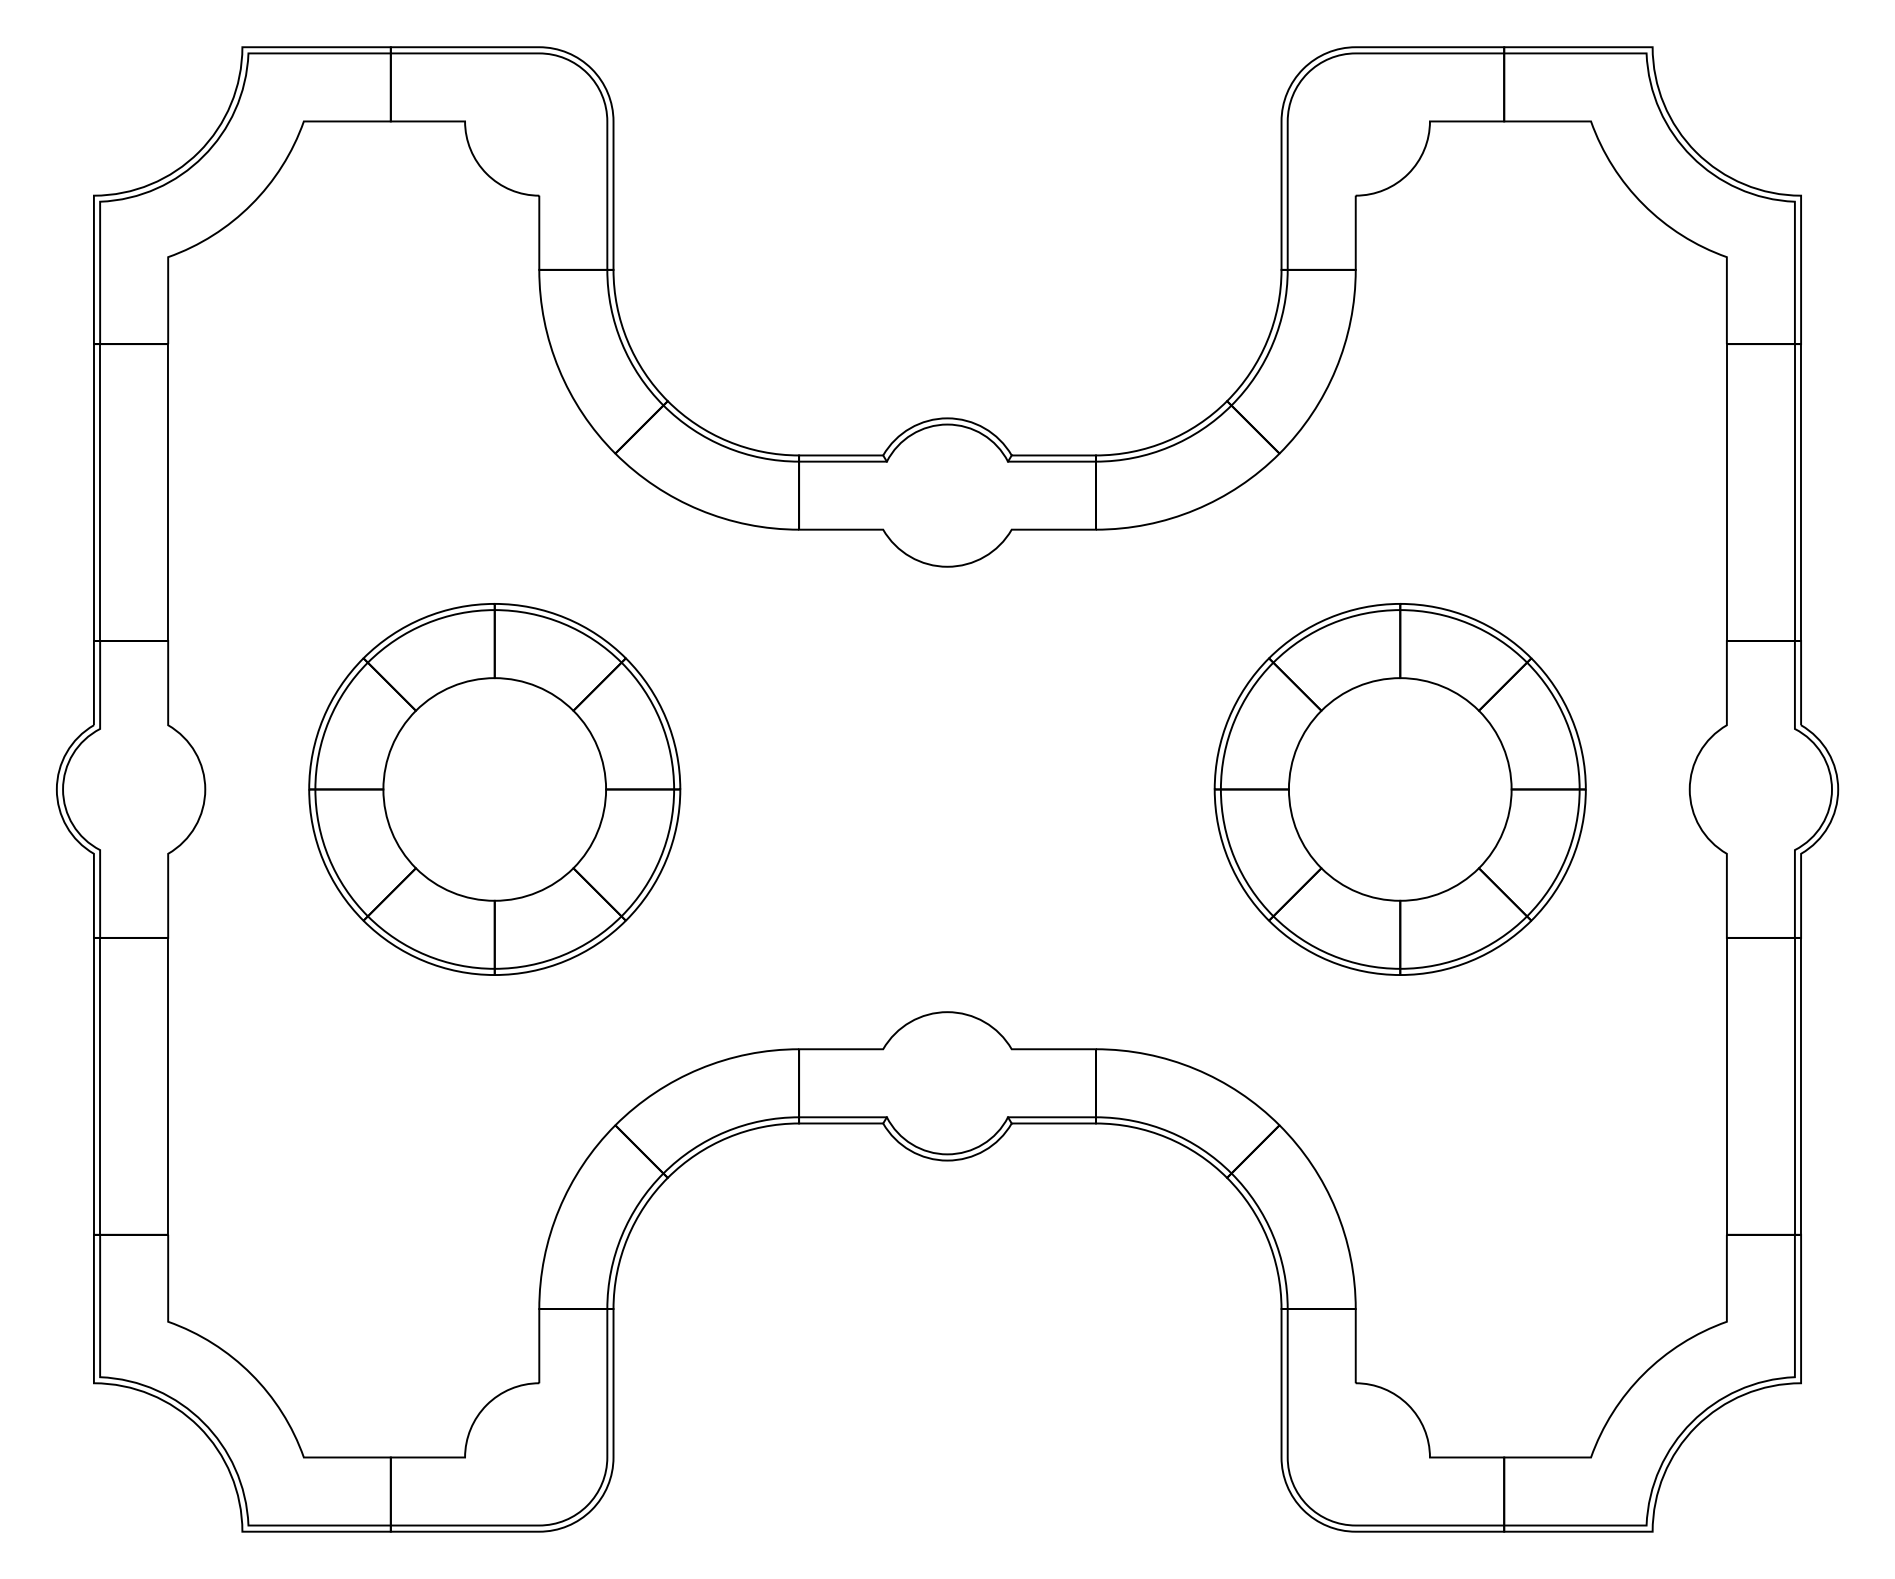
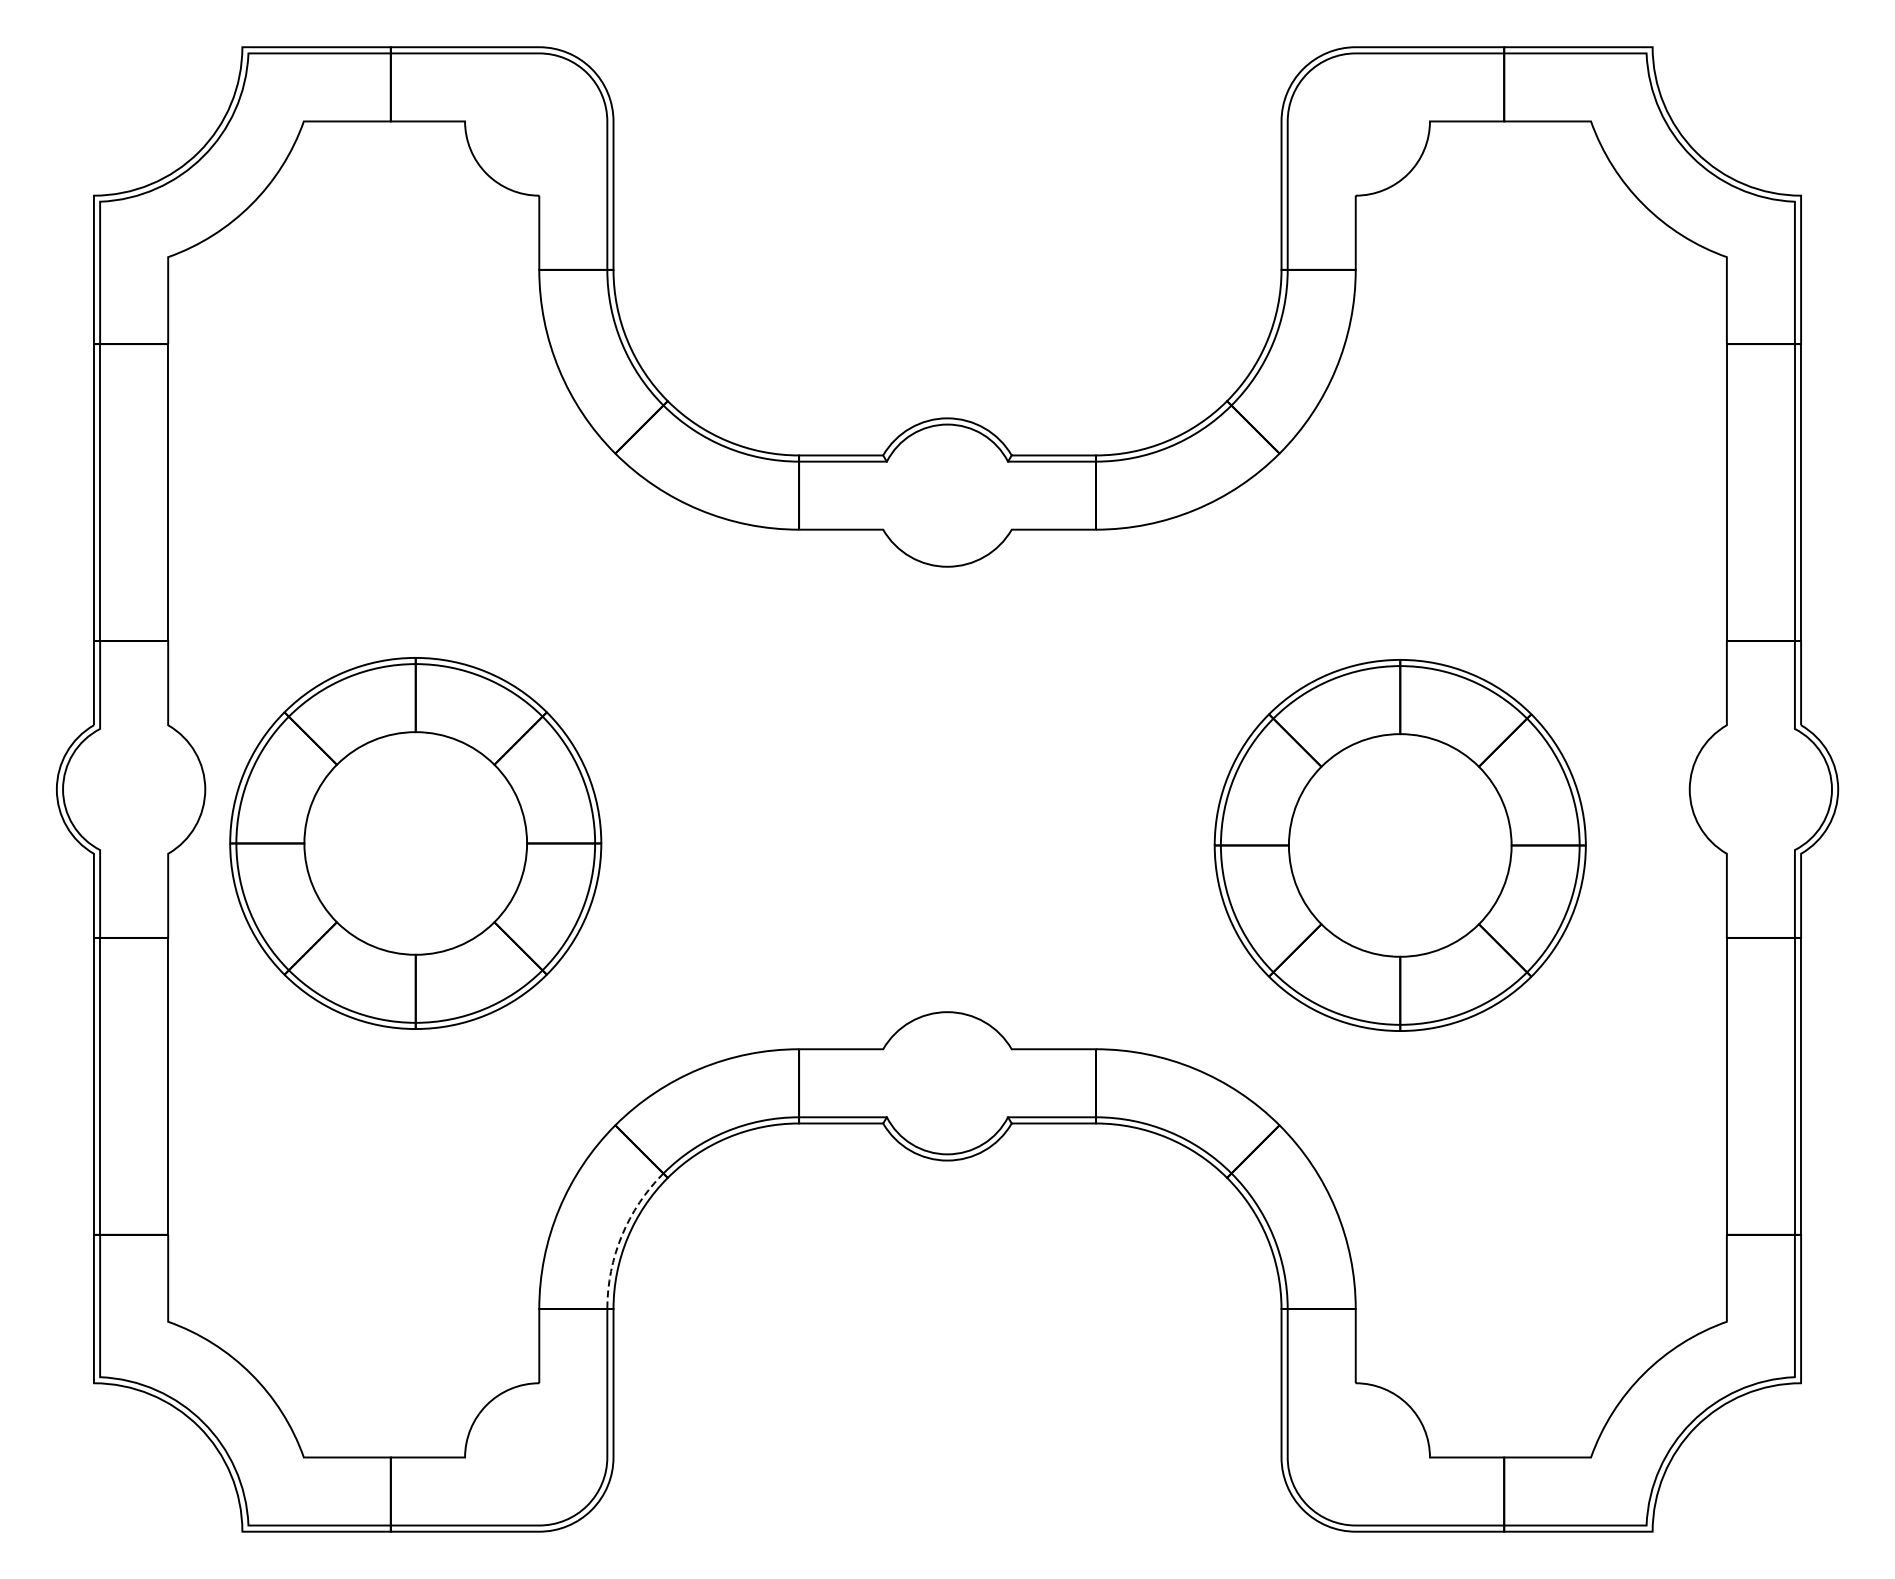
part at (494, 789) position: (494, 789) -> (415, 843)
part at (1399, 789) position: (1399, 789) -> (1399, 845)
arc at (621, 1235): solid -> dashed
